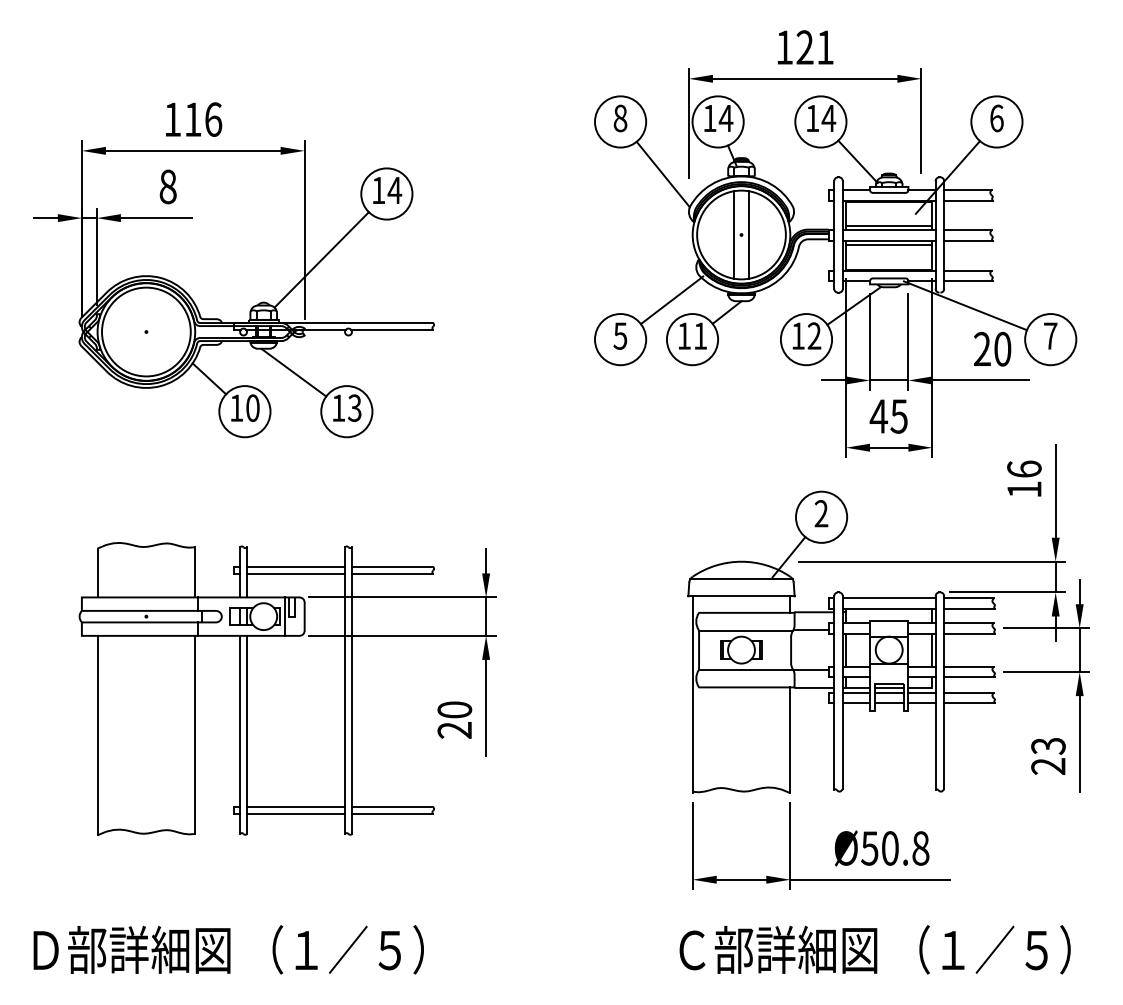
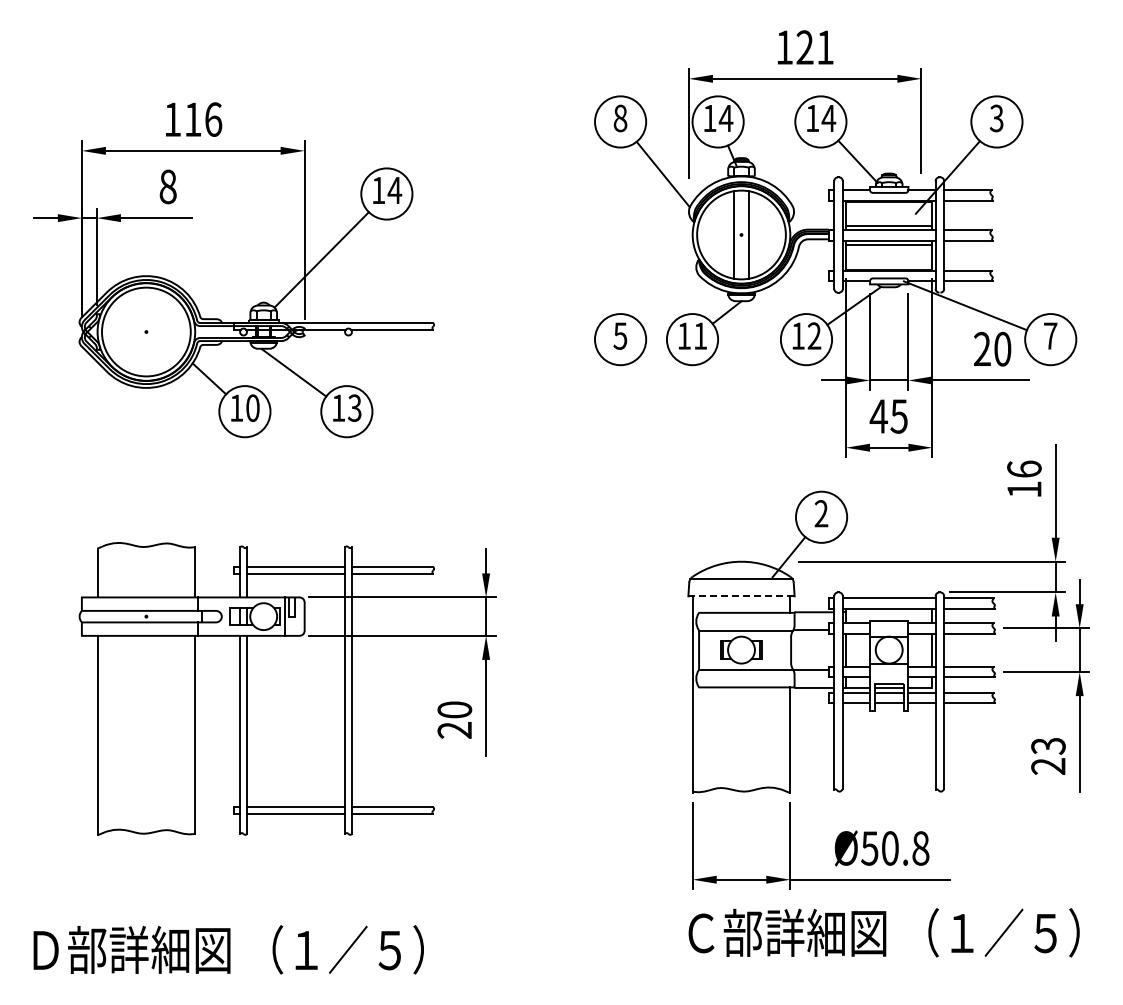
text at (996, 118): 6 -> 3
line at (671, 300): present -> none
line at (742, 596): solid -> dashed
text at (874, 949) position: (874, 949) -> (883, 932)
